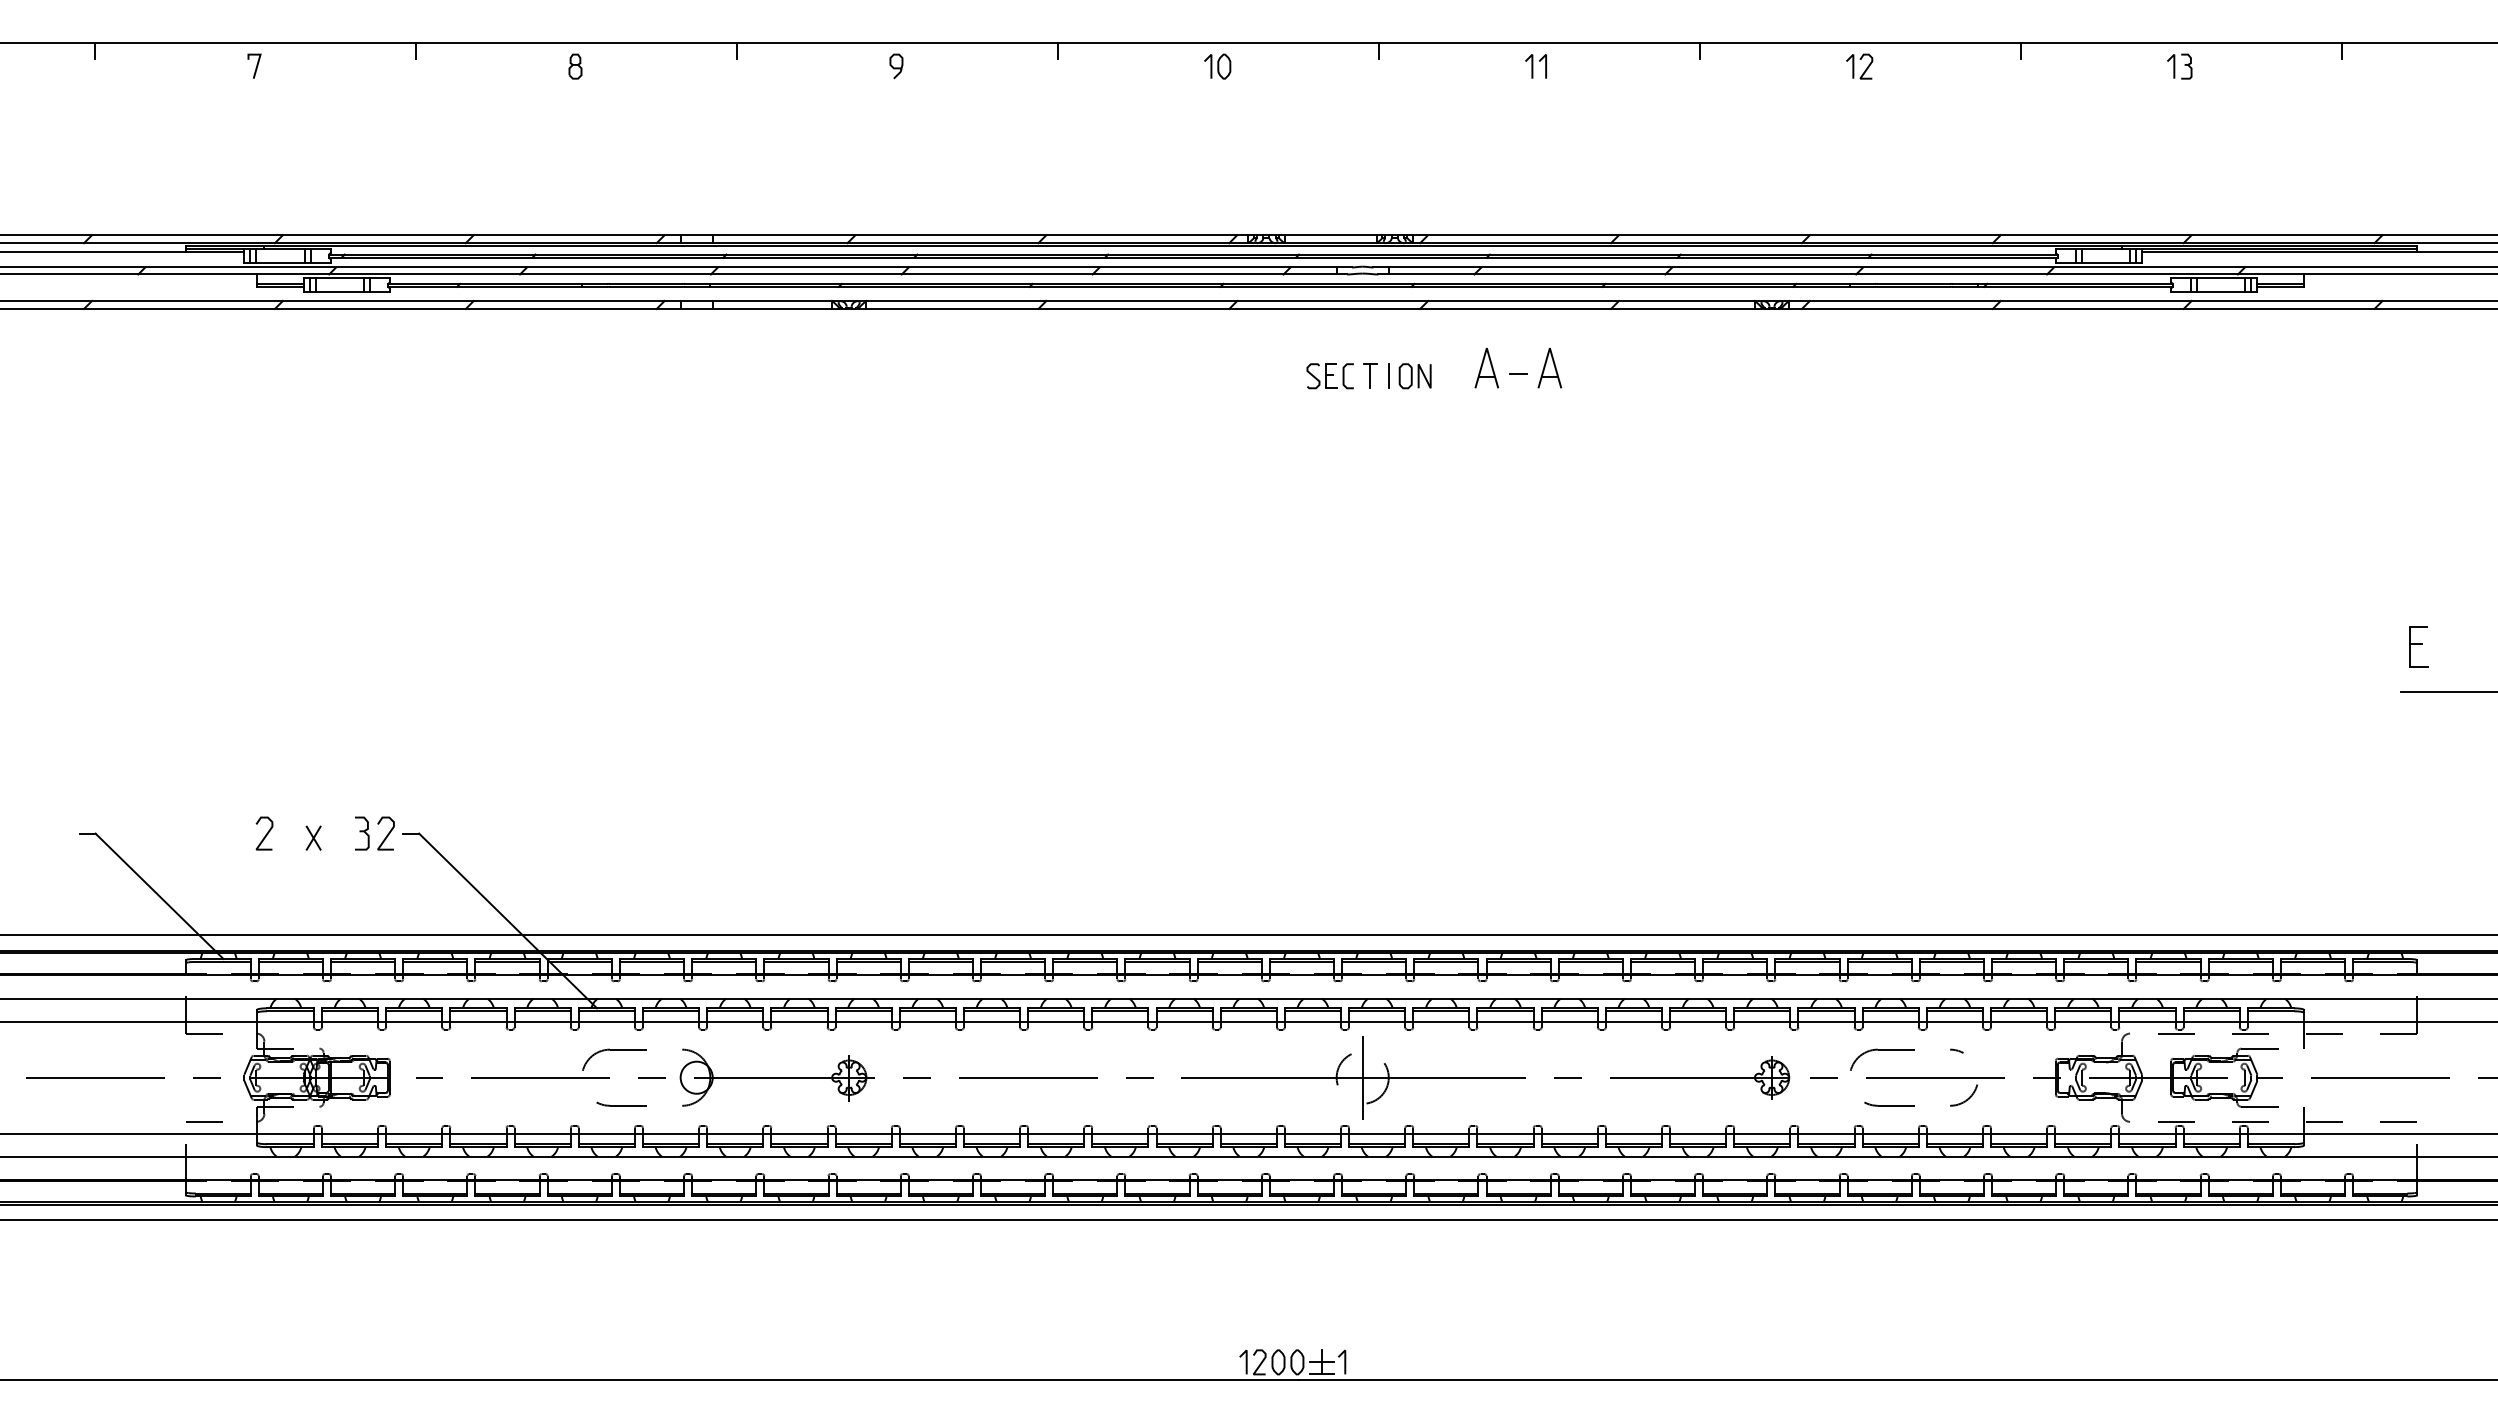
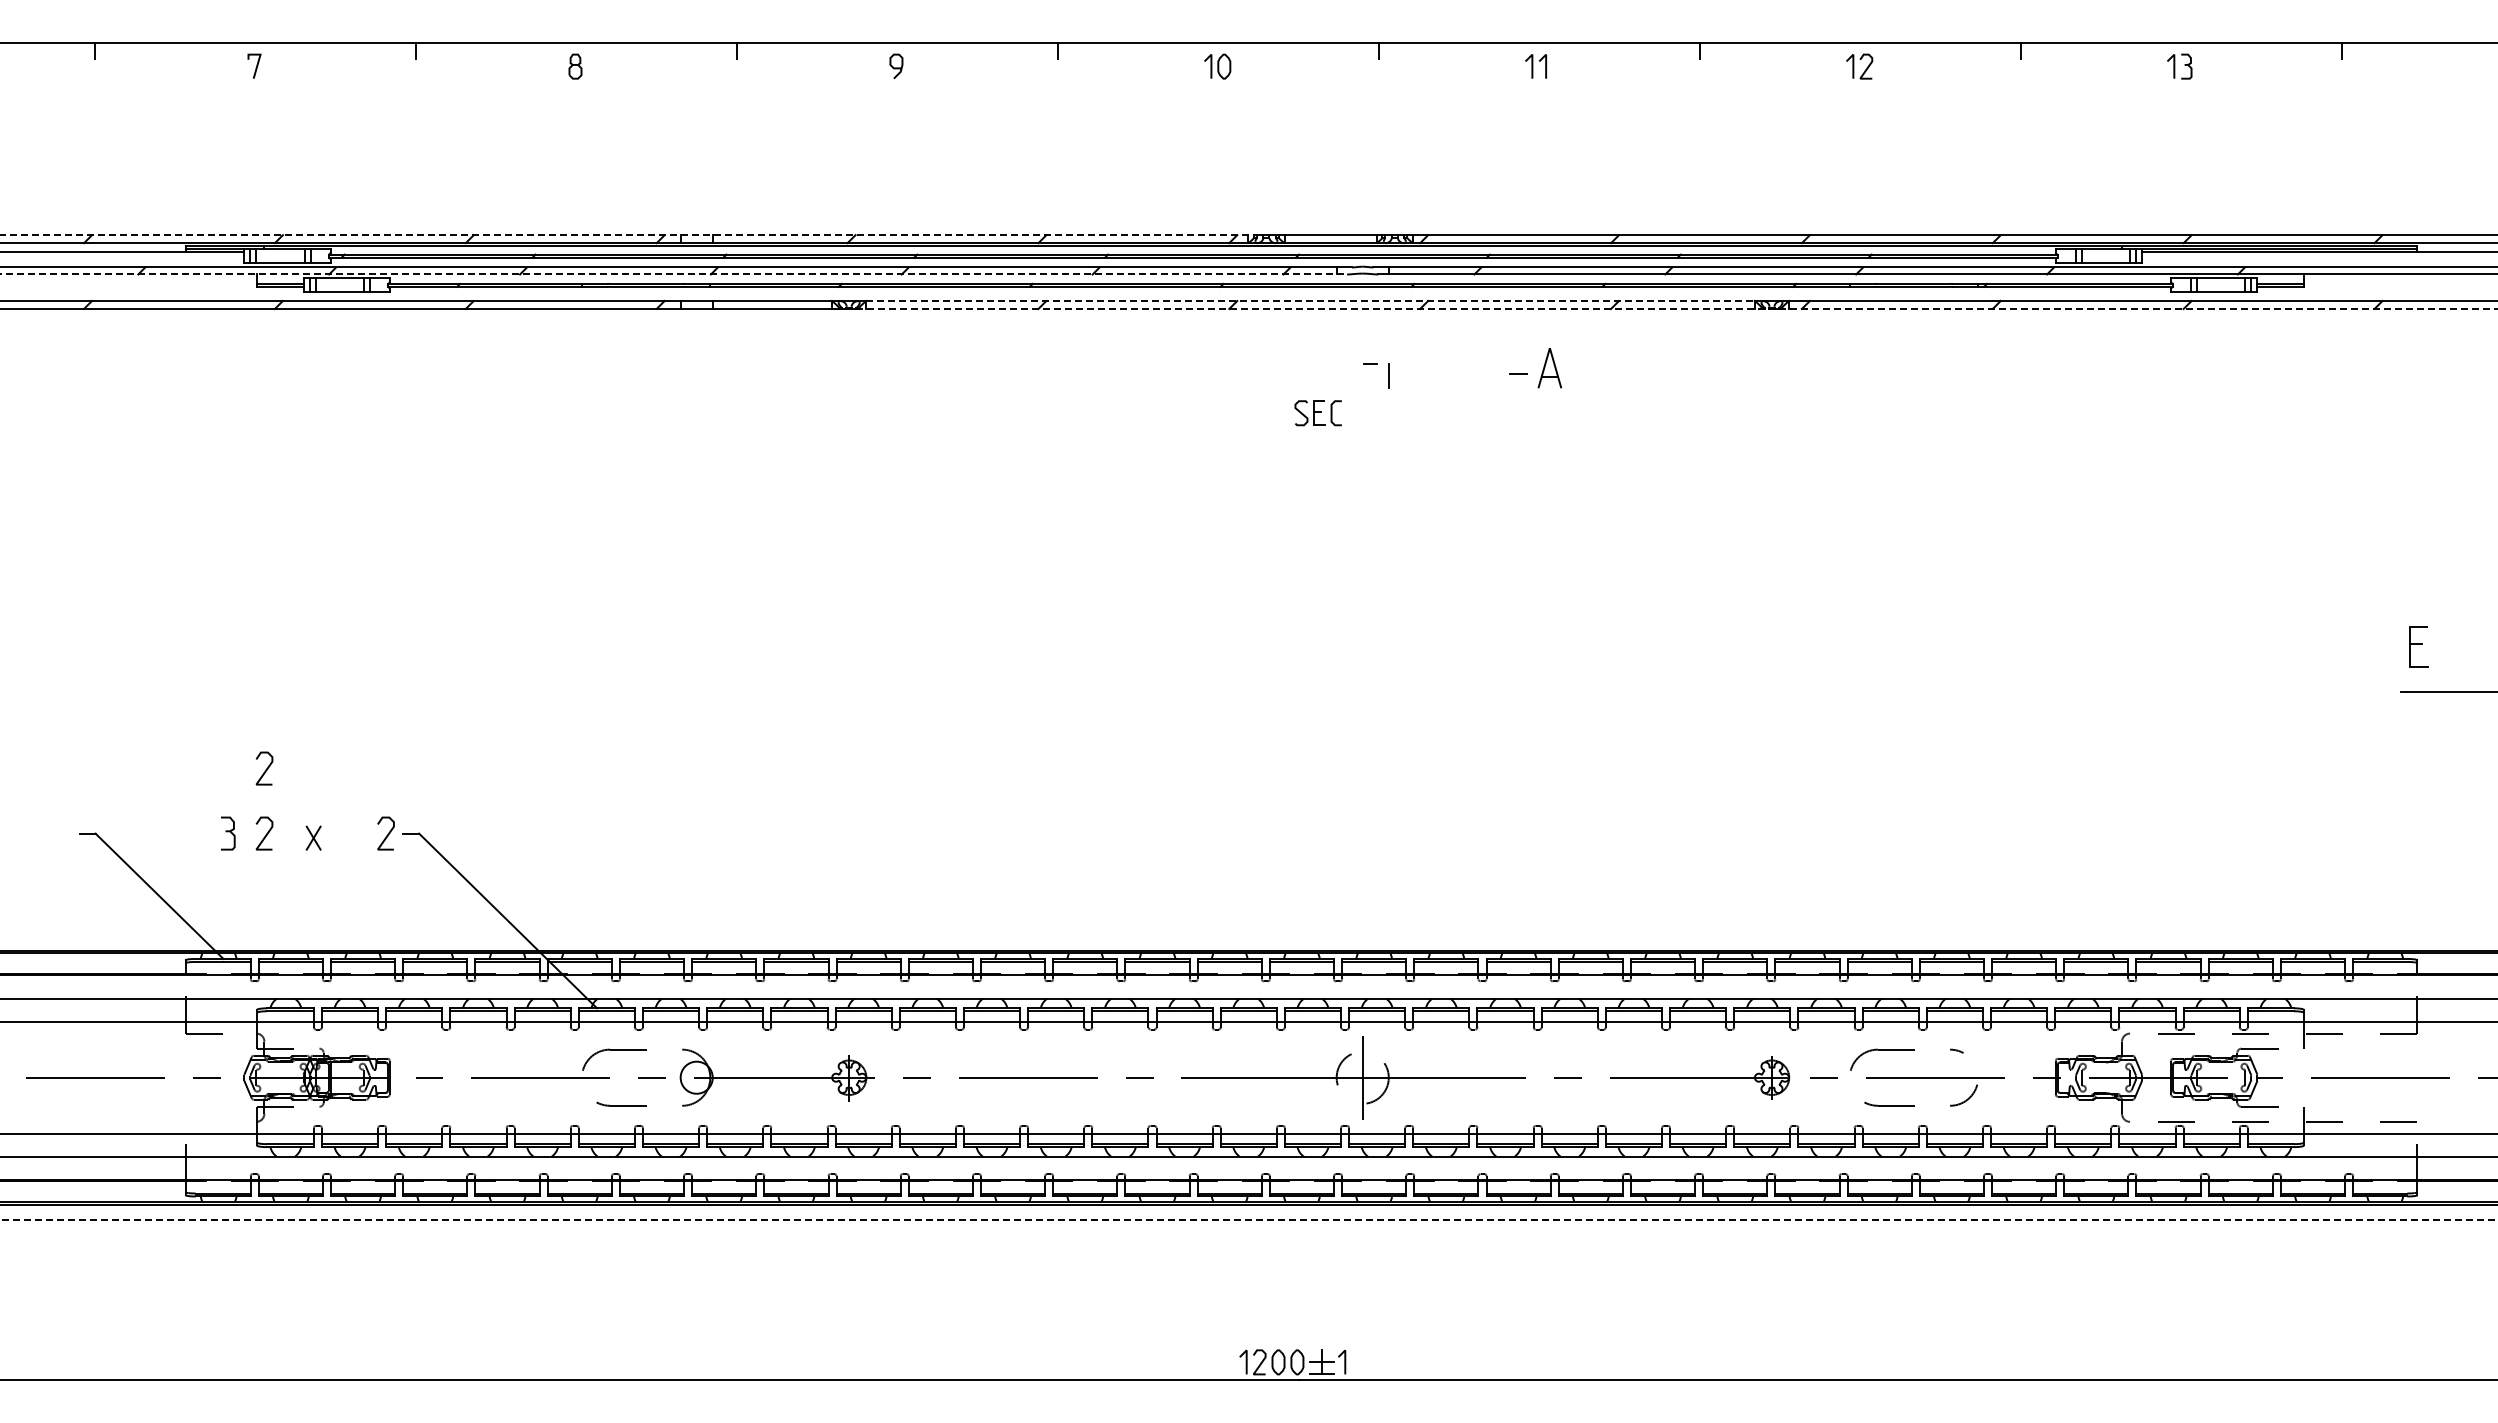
line at (629, 235): solid -> dashed
line at (674, 274): solid -> dashed
line at (1311, 300): solid -> dashed
line at (1313, 309): solid -> dashed
line at (2138, 309): solid -> dashed
part at (1486, 368): present -> none
part at (1329, 376) position: (1329, 376) -> (1317, 413)
line at (1370, 376): present -> none
part at (1414, 376): present -> none
curve at (265, 769): none -> present
part at (362, 833) position: (362, 833) -> (228, 833)
line at (1248, 935): present -> none
line at (204, 1121): present -> none
line at (1249, 1219): solid -> dashed
